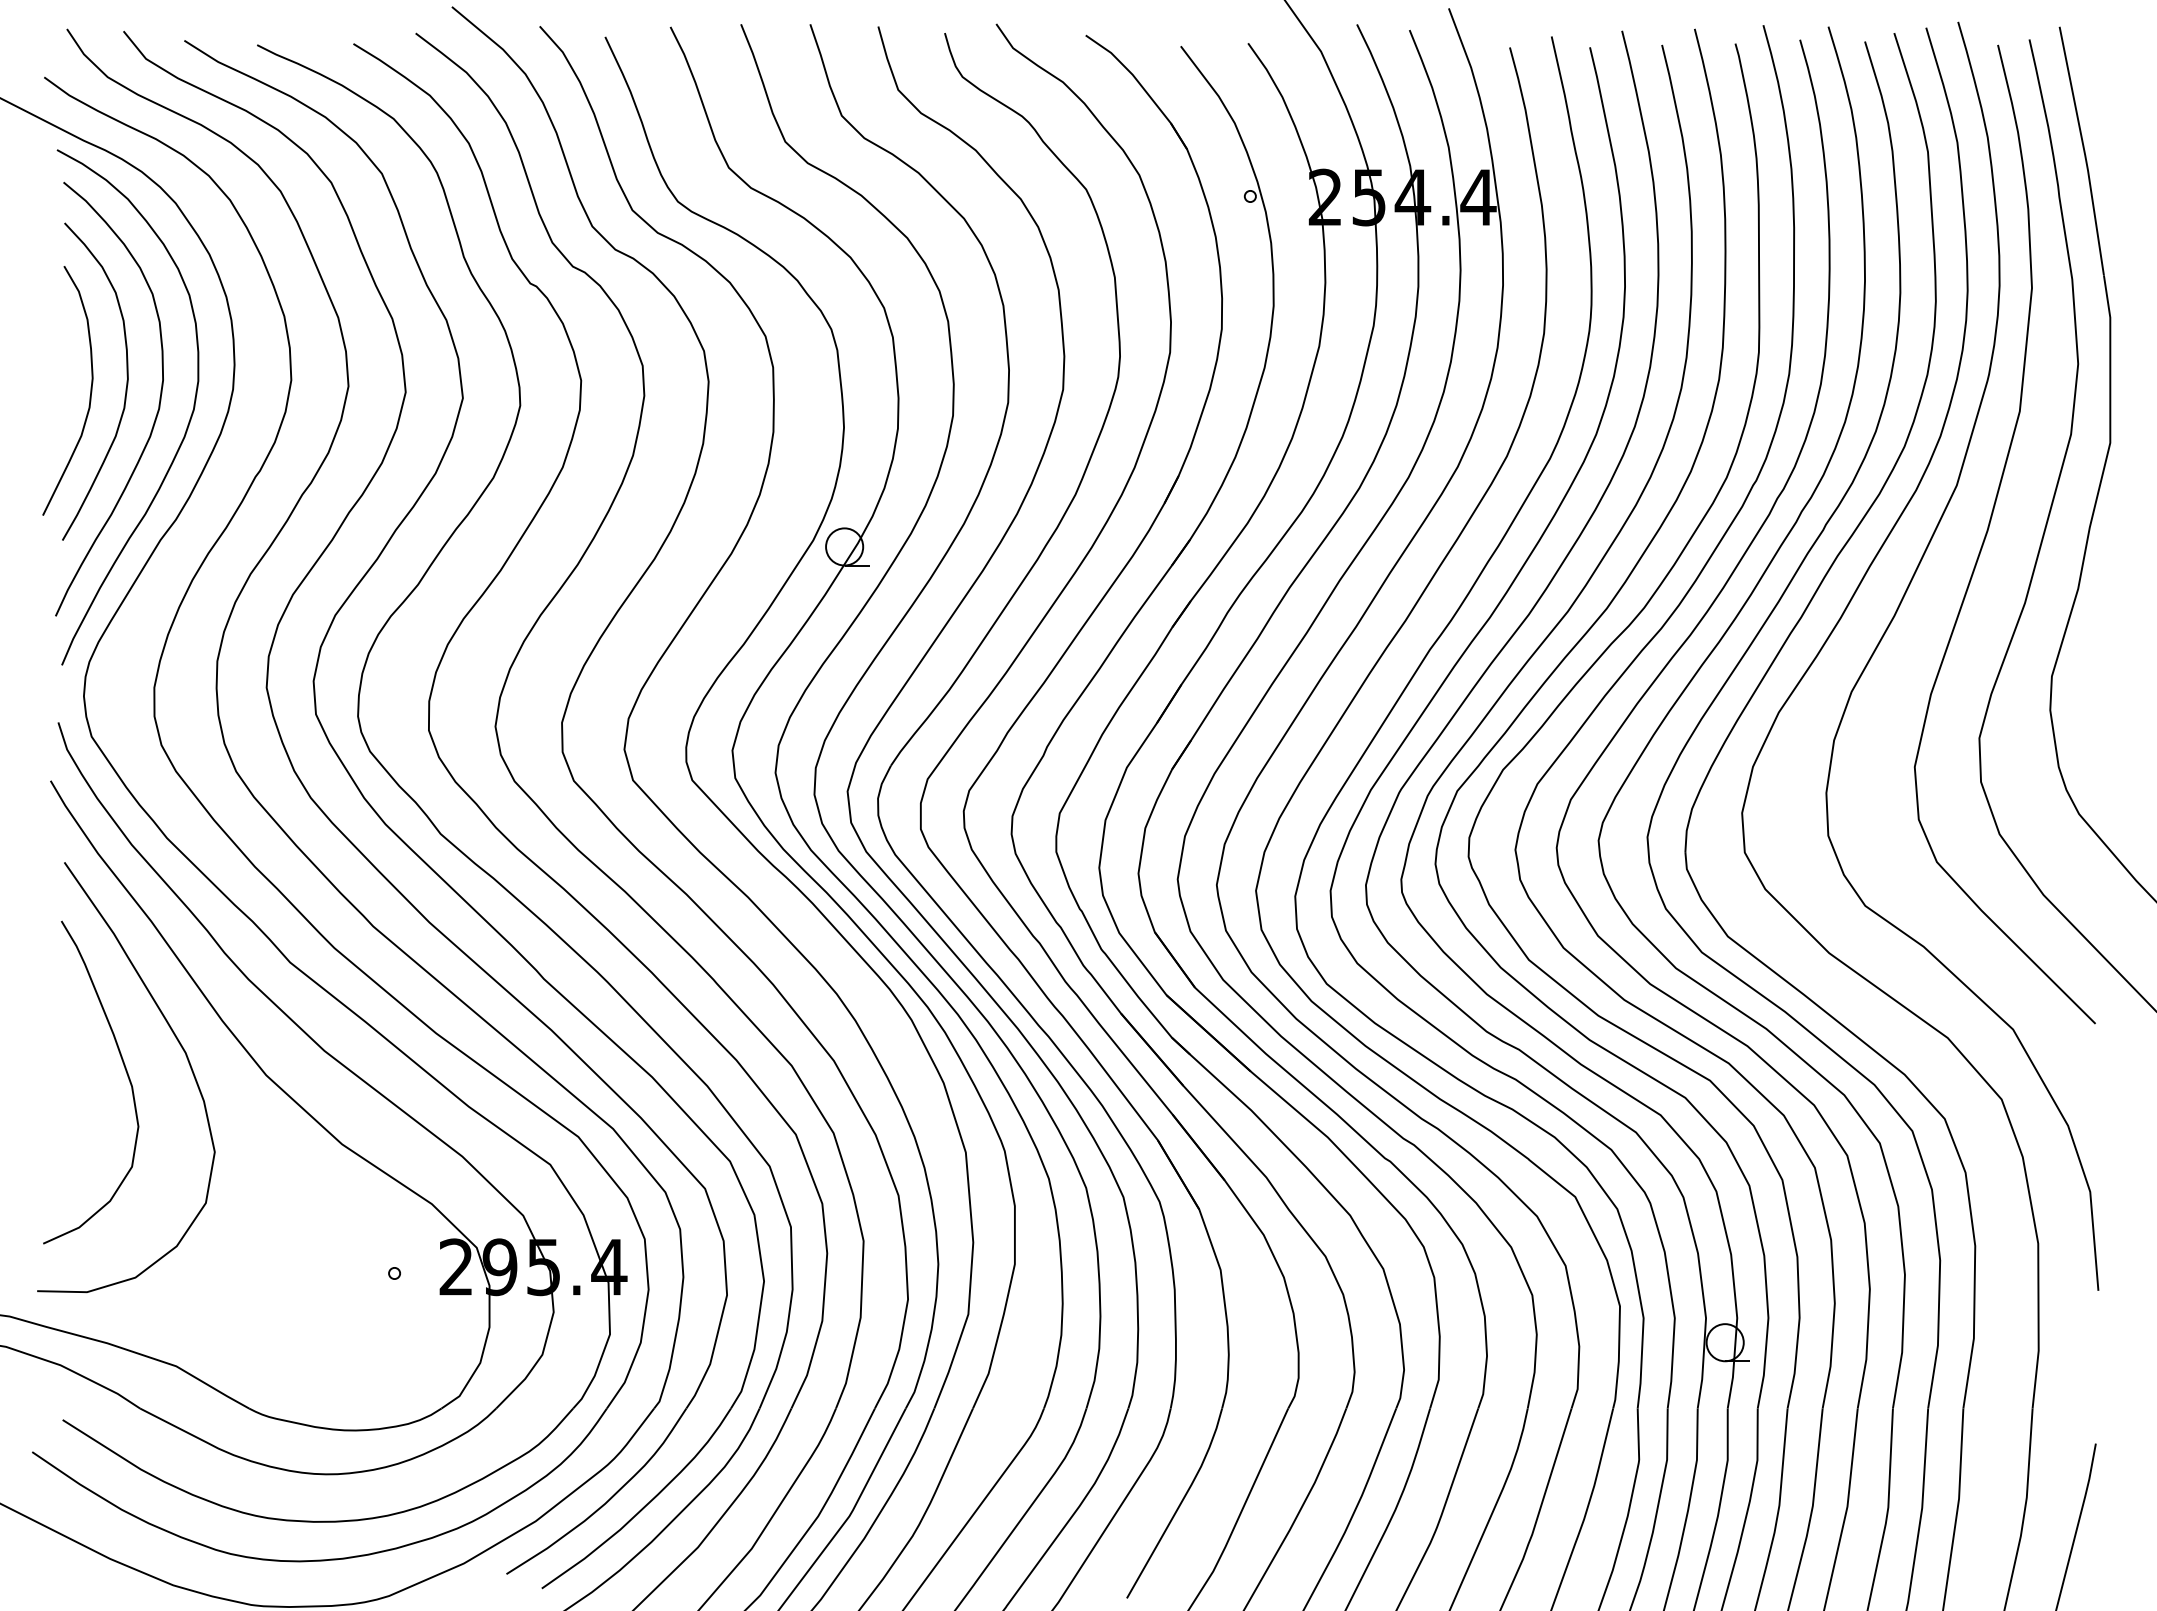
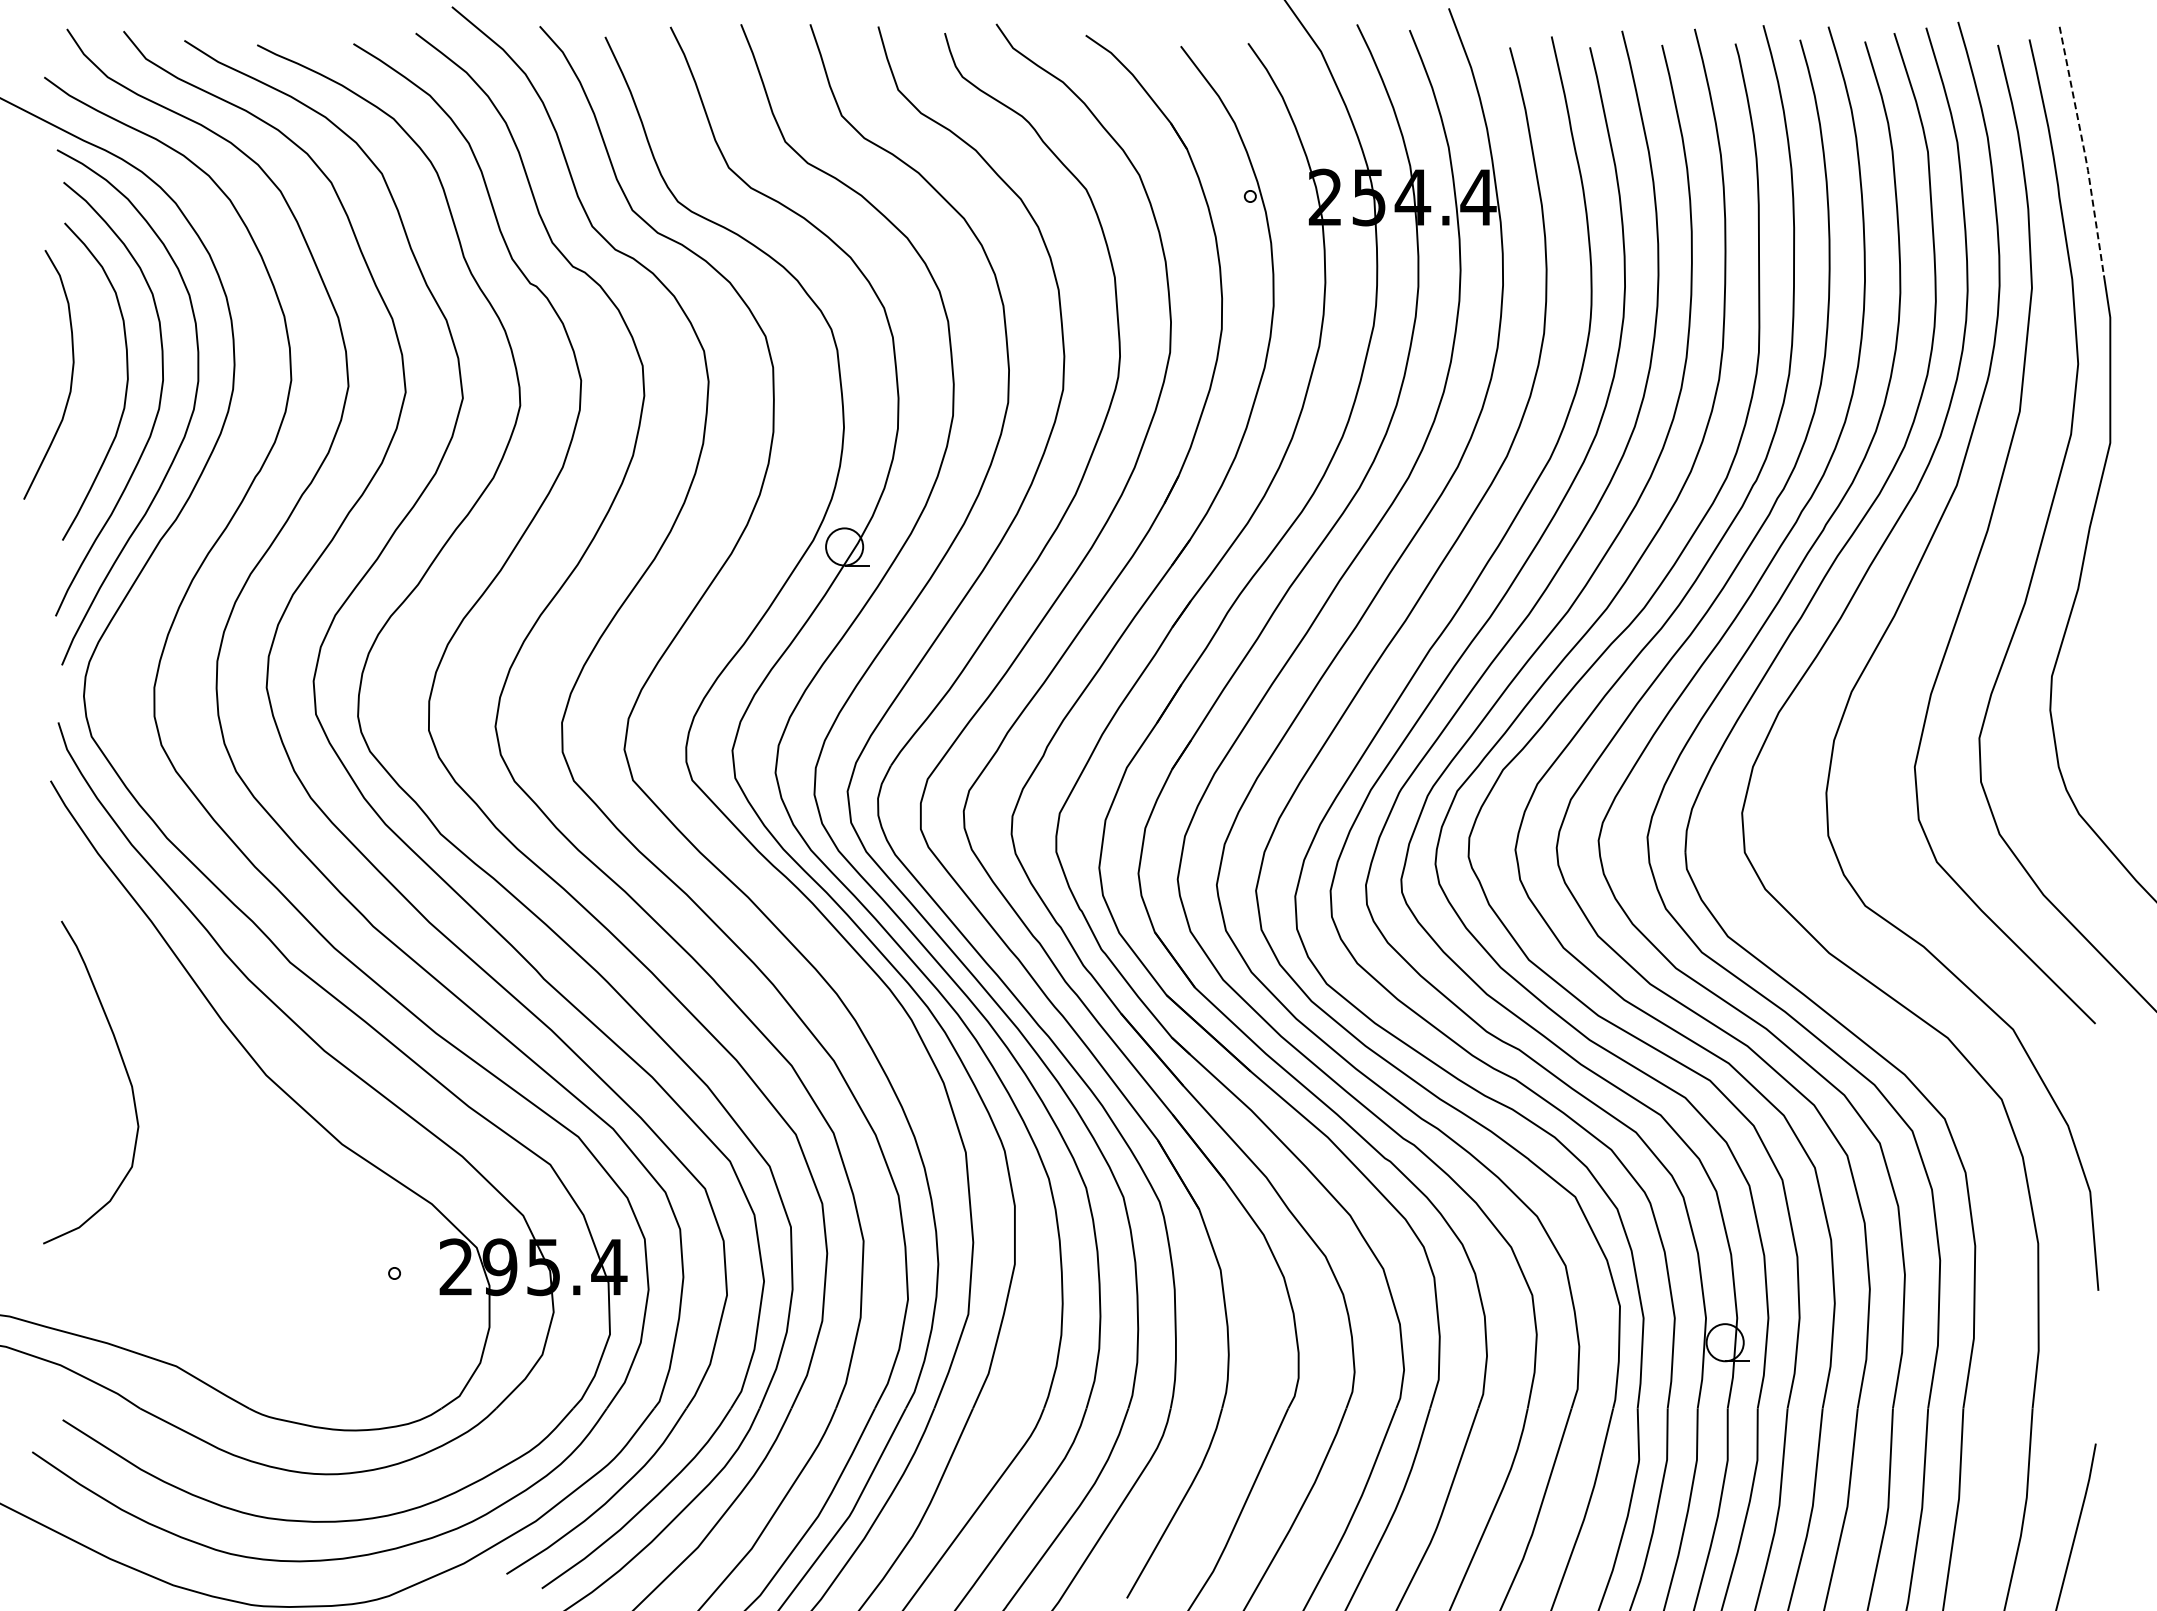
line at (2084, 152): solid -> dashed
curve at (89, 396) position: (89, 396) -> (70, 380)
curve at (180, 1046): present -> none
